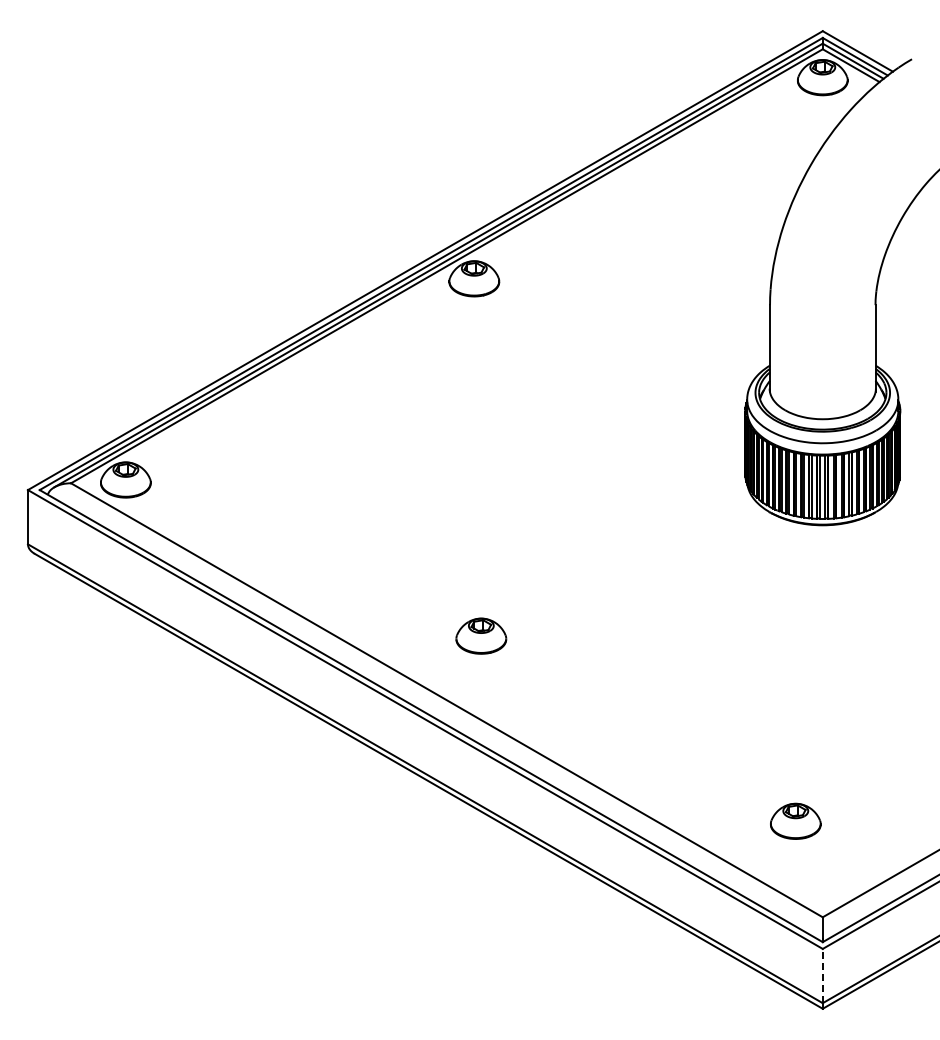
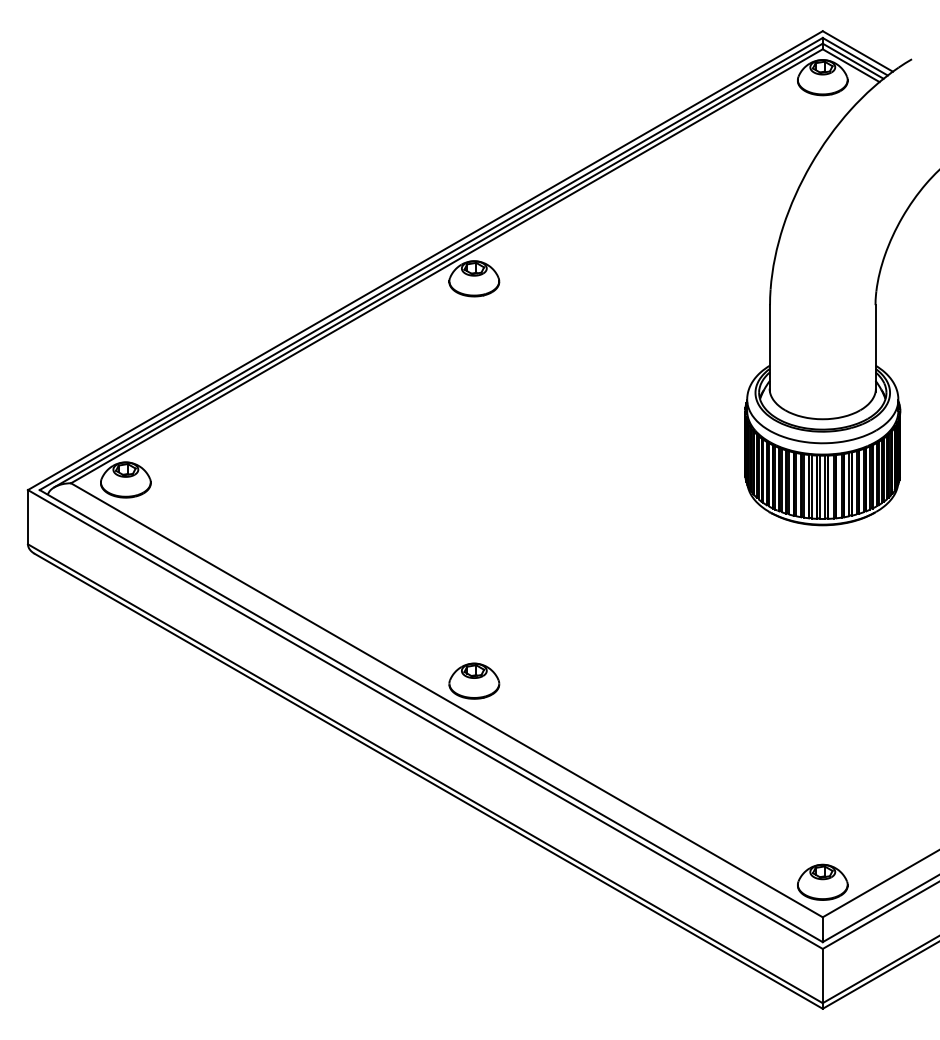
part at (481, 635) position: (481, 635) -> (474, 680)
part at (795, 820) position: (795, 820) -> (822, 881)
line at (822, 975): dashed -> solid
